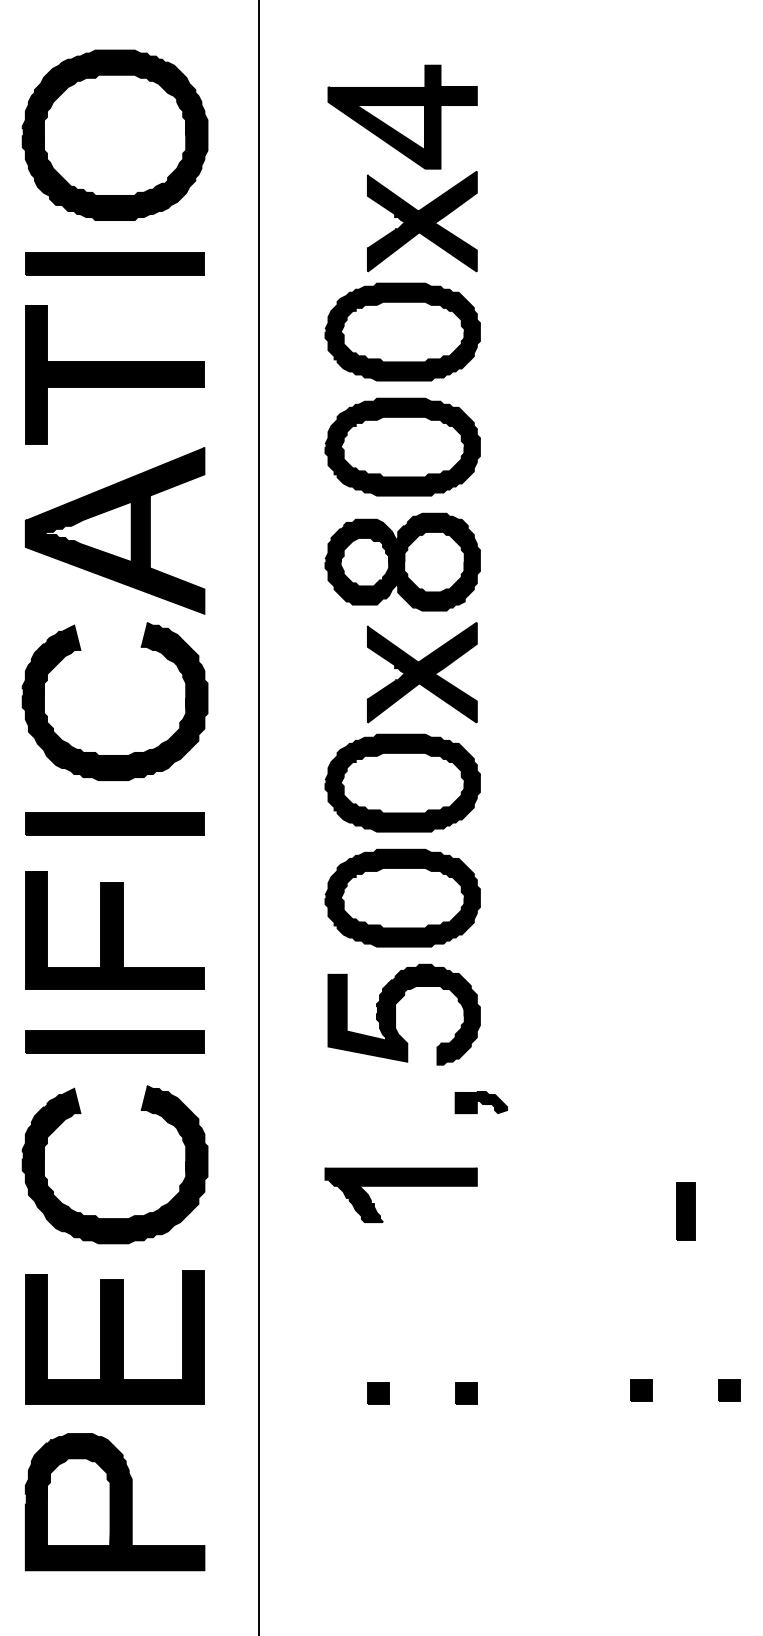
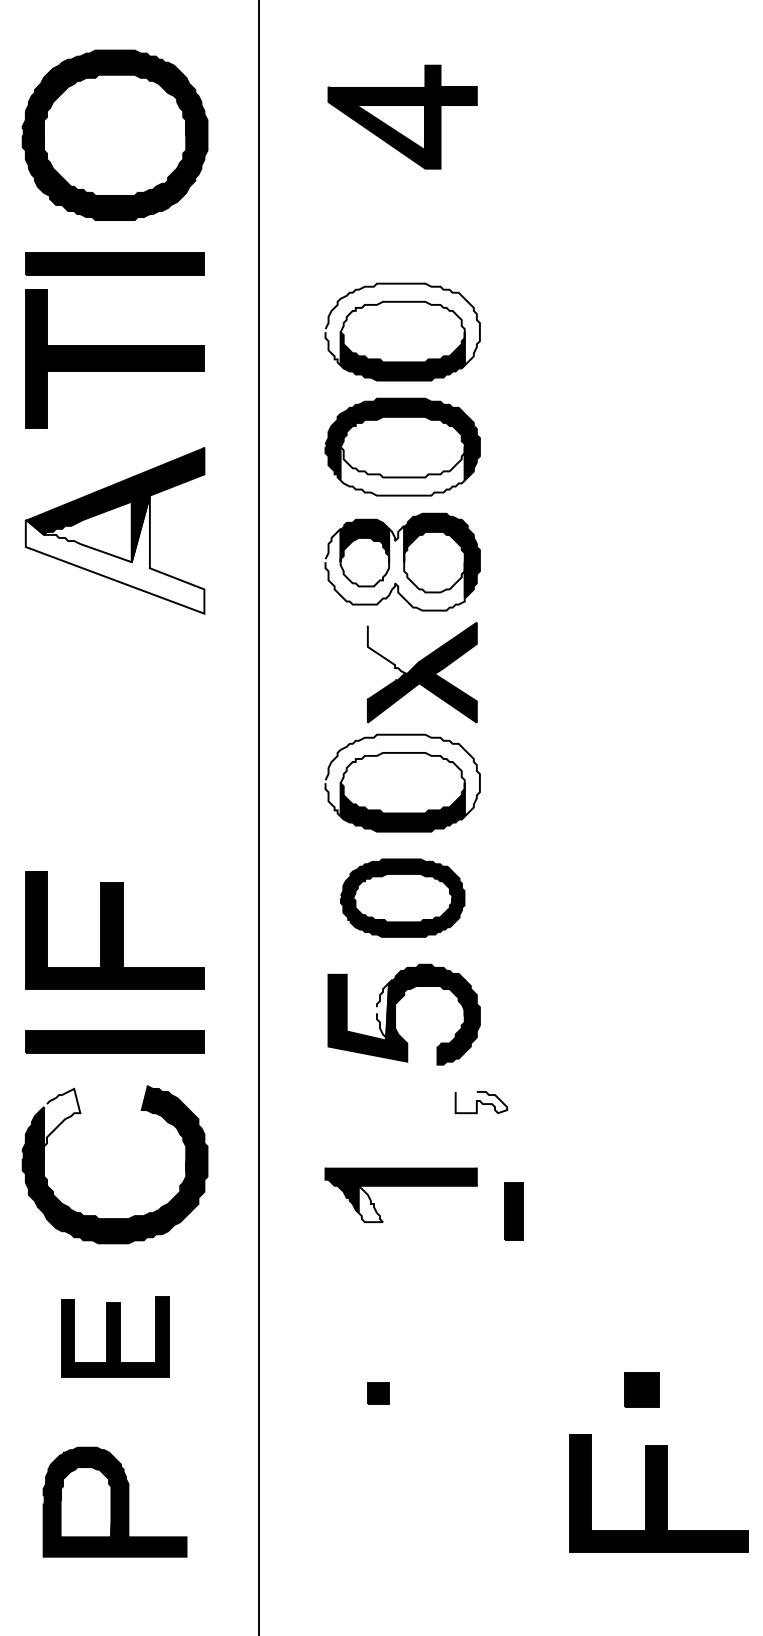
part at (422, 221): present -> none
fill at (402, 324): present -> none
part at (114, 374) position: (114, 374) -> (114, 358)
fill at (402, 471): present -> none
fill at (114, 554): present -> none
fill at (394, 567): present -> none
fill at (393, 649): present -> none
part at (114, 755): present -> none
fill at (402, 775): present -> none
part at (114, 823): present -> none
part at (402, 897) size: 157x100 px -> 126x80 px
fill at (382, 1011): present -> none
fill at (481, 1102): present -> none
fill at (61, 1123): present -> none
fill at (370, 1203): present -> none
part at (685, 1211) position: (685, 1211) -> (513, 1211)
part at (114, 1337) size: 180x135 px -> 109x82 px
part at (641, 1390) size: 23x23 px -> 36x36 px
part at (729, 1390): present -> none
part at (466, 1393): present -> none
part at (658, 1493): none -> present
part at (114, 1502) size: 182x139 px -> 146x112 px
